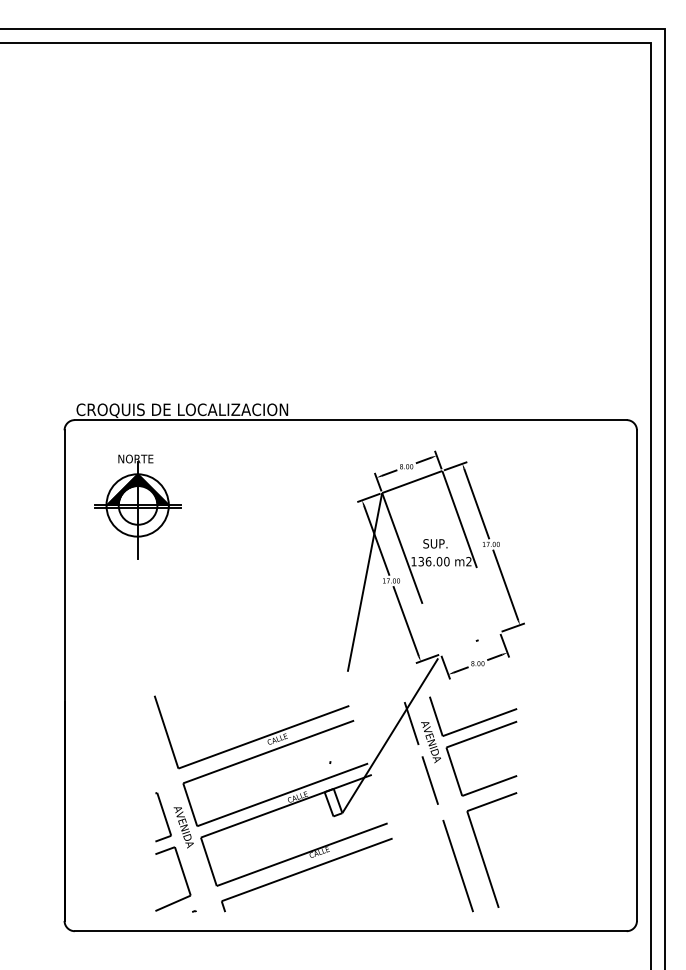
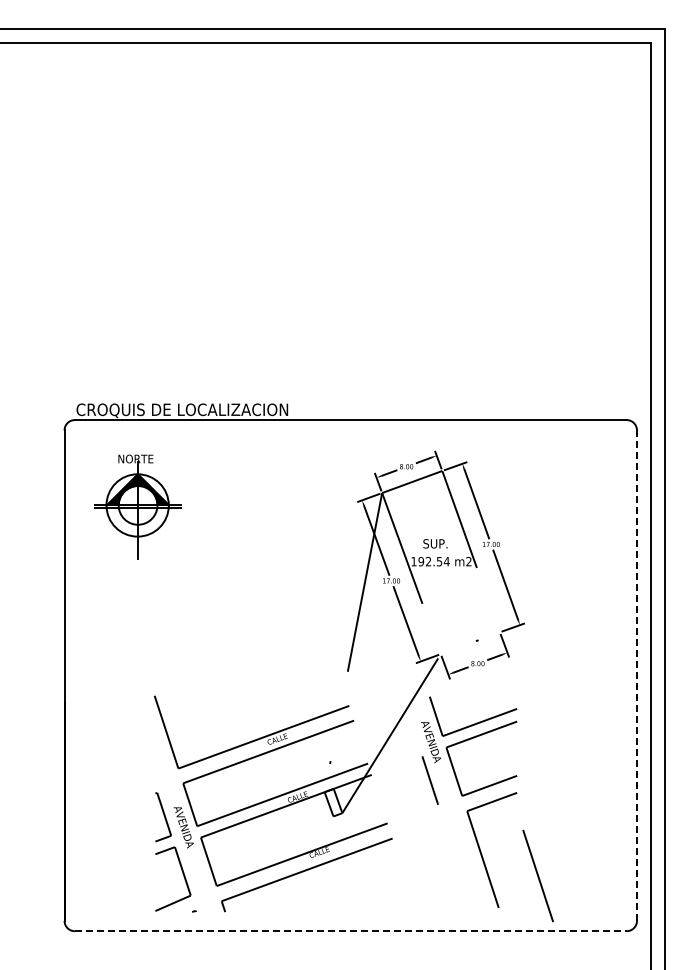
text at (433, 561): 136.00 -> 192.54
line at (636, 675): solid -> dashed
line at (411, 723): present -> none
line at (457, 865) position: (457, 865) -> (537, 875)
line at (350, 931): solid -> dashed
